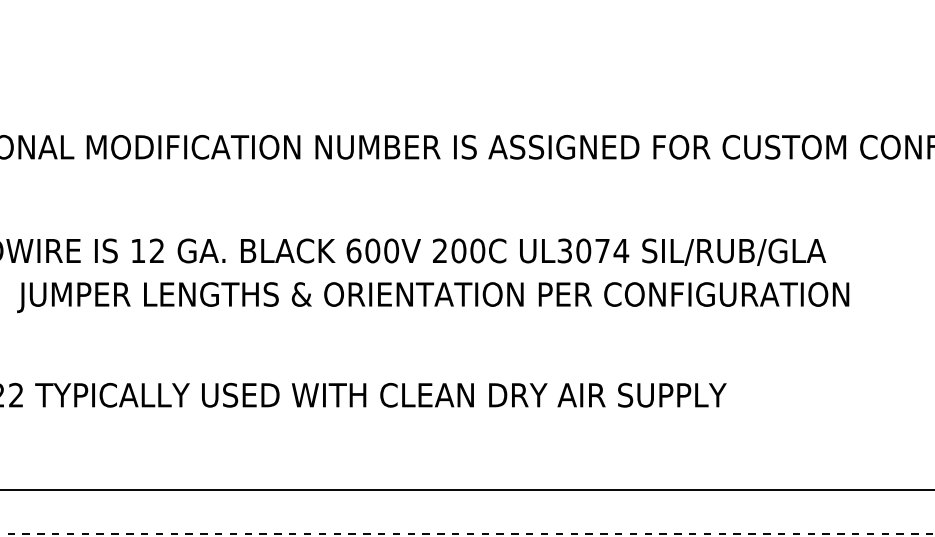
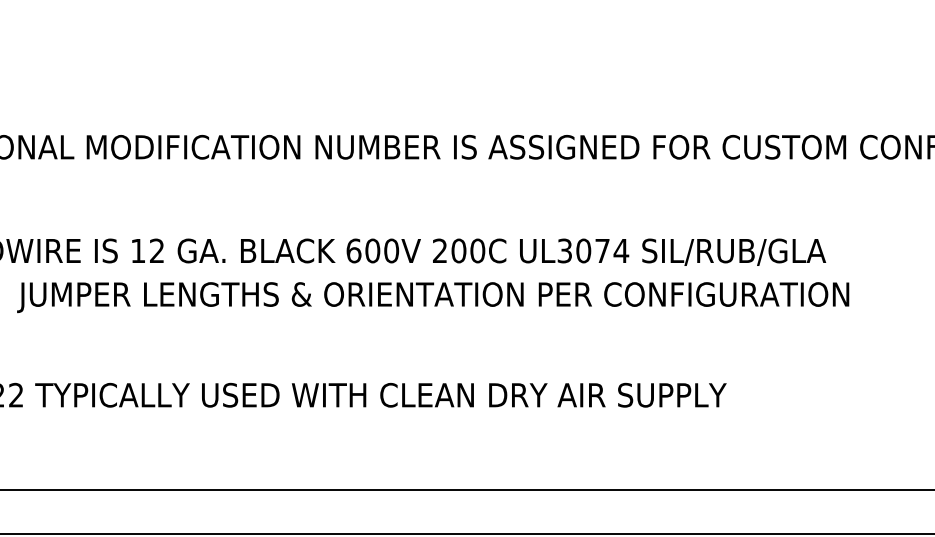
line at (467, 534): dashed -> solid
